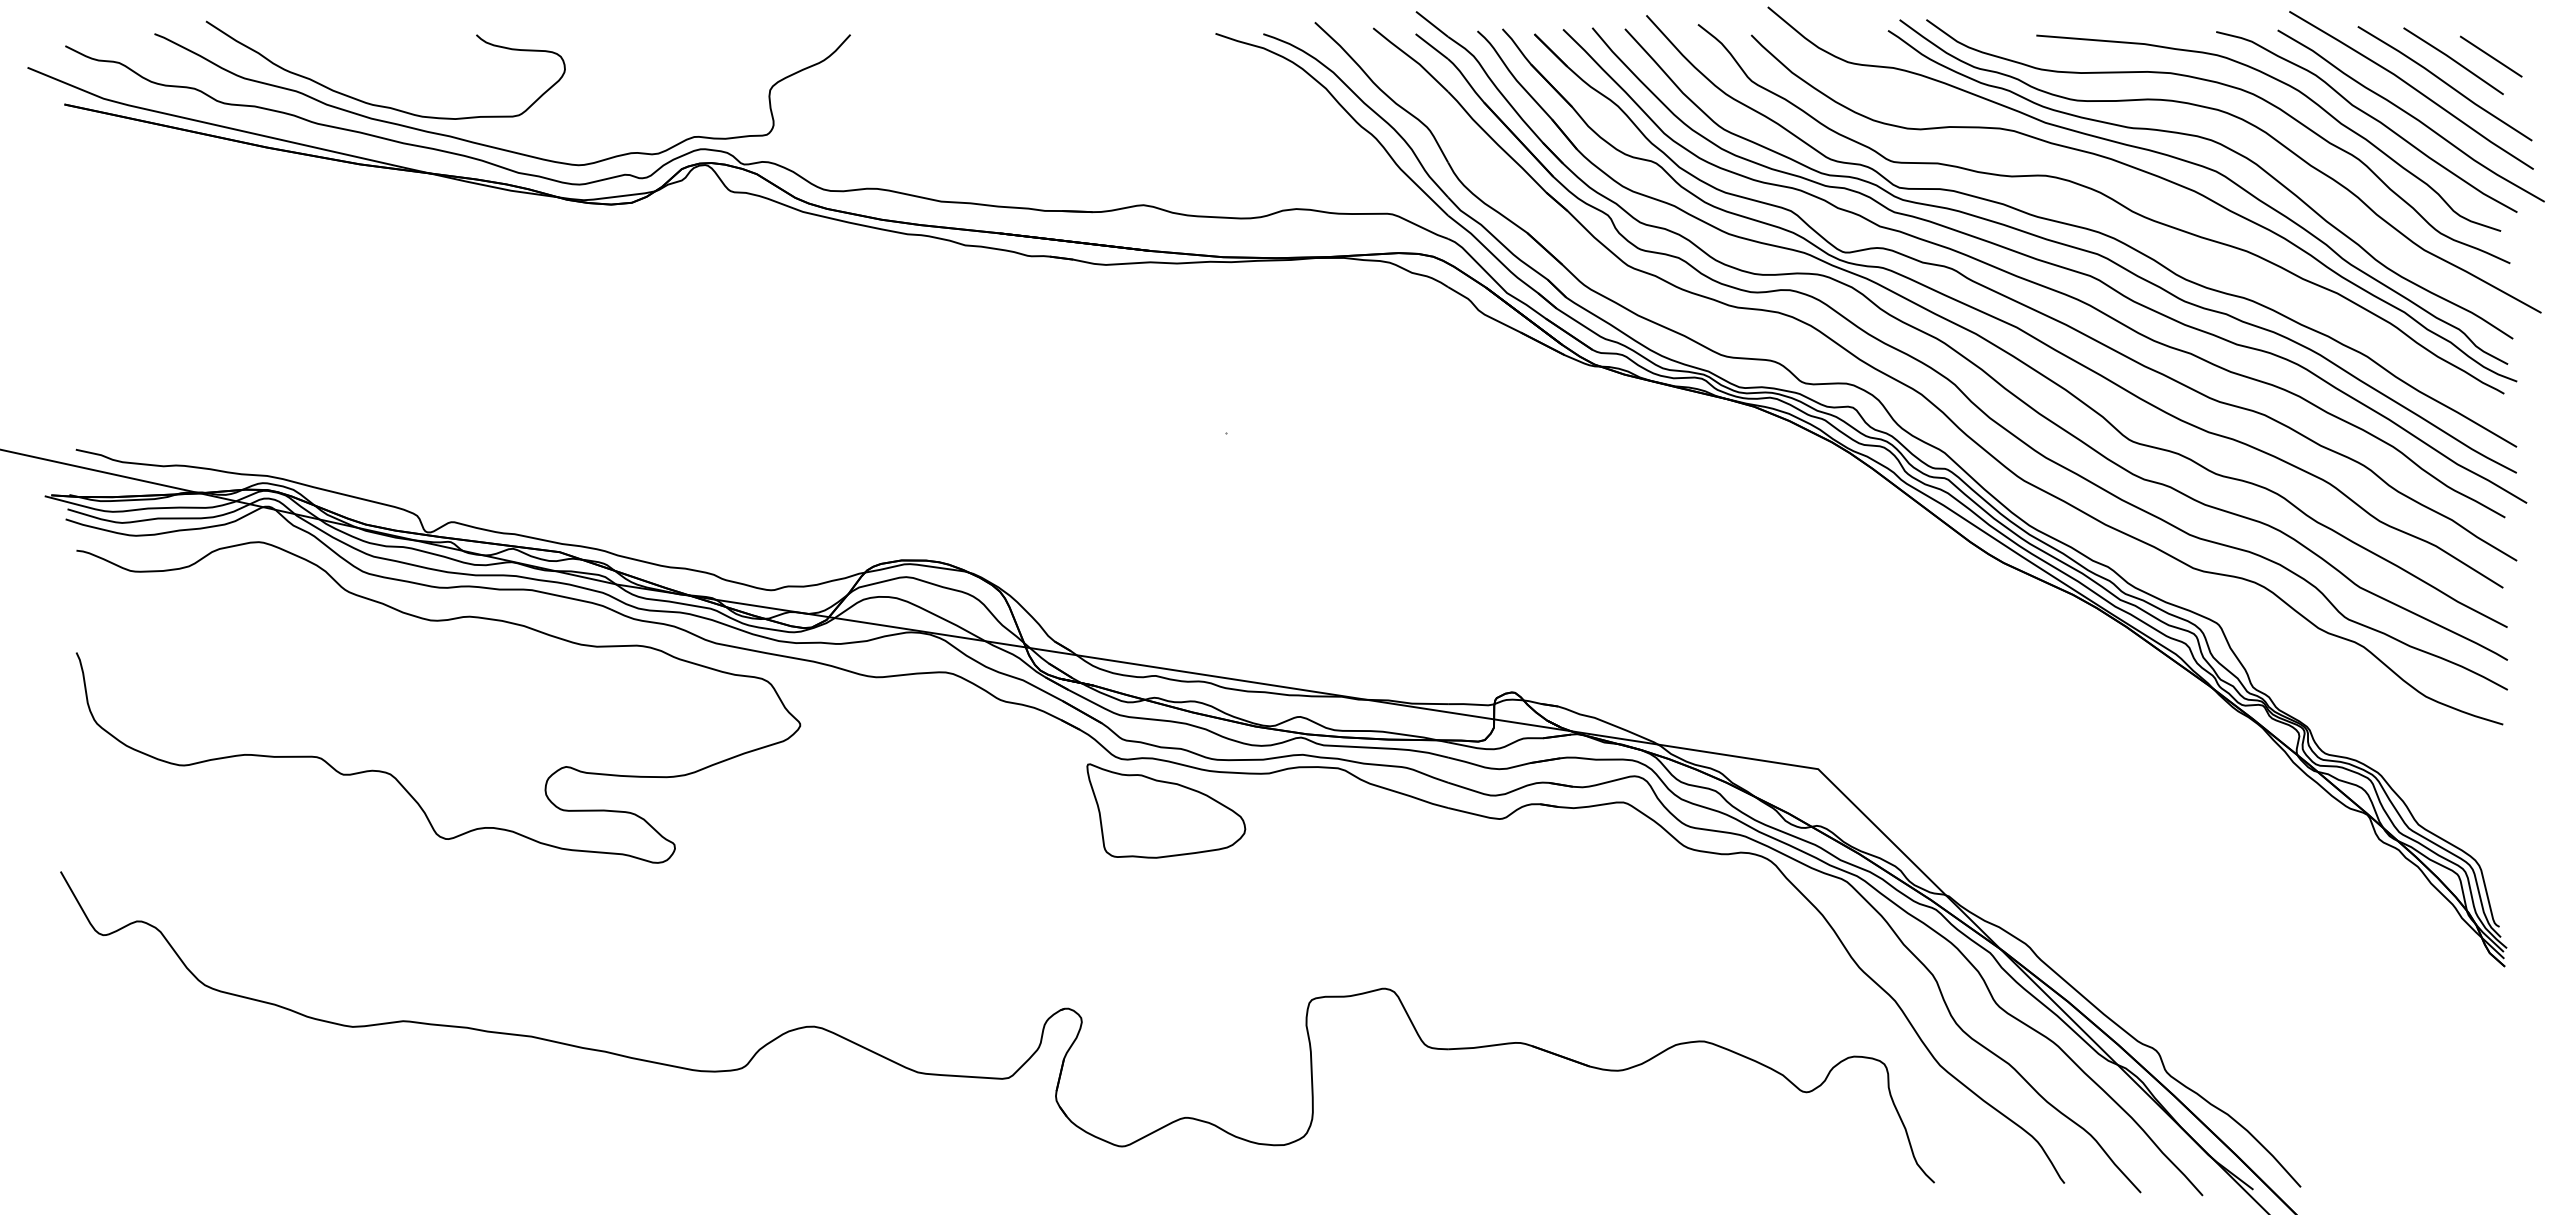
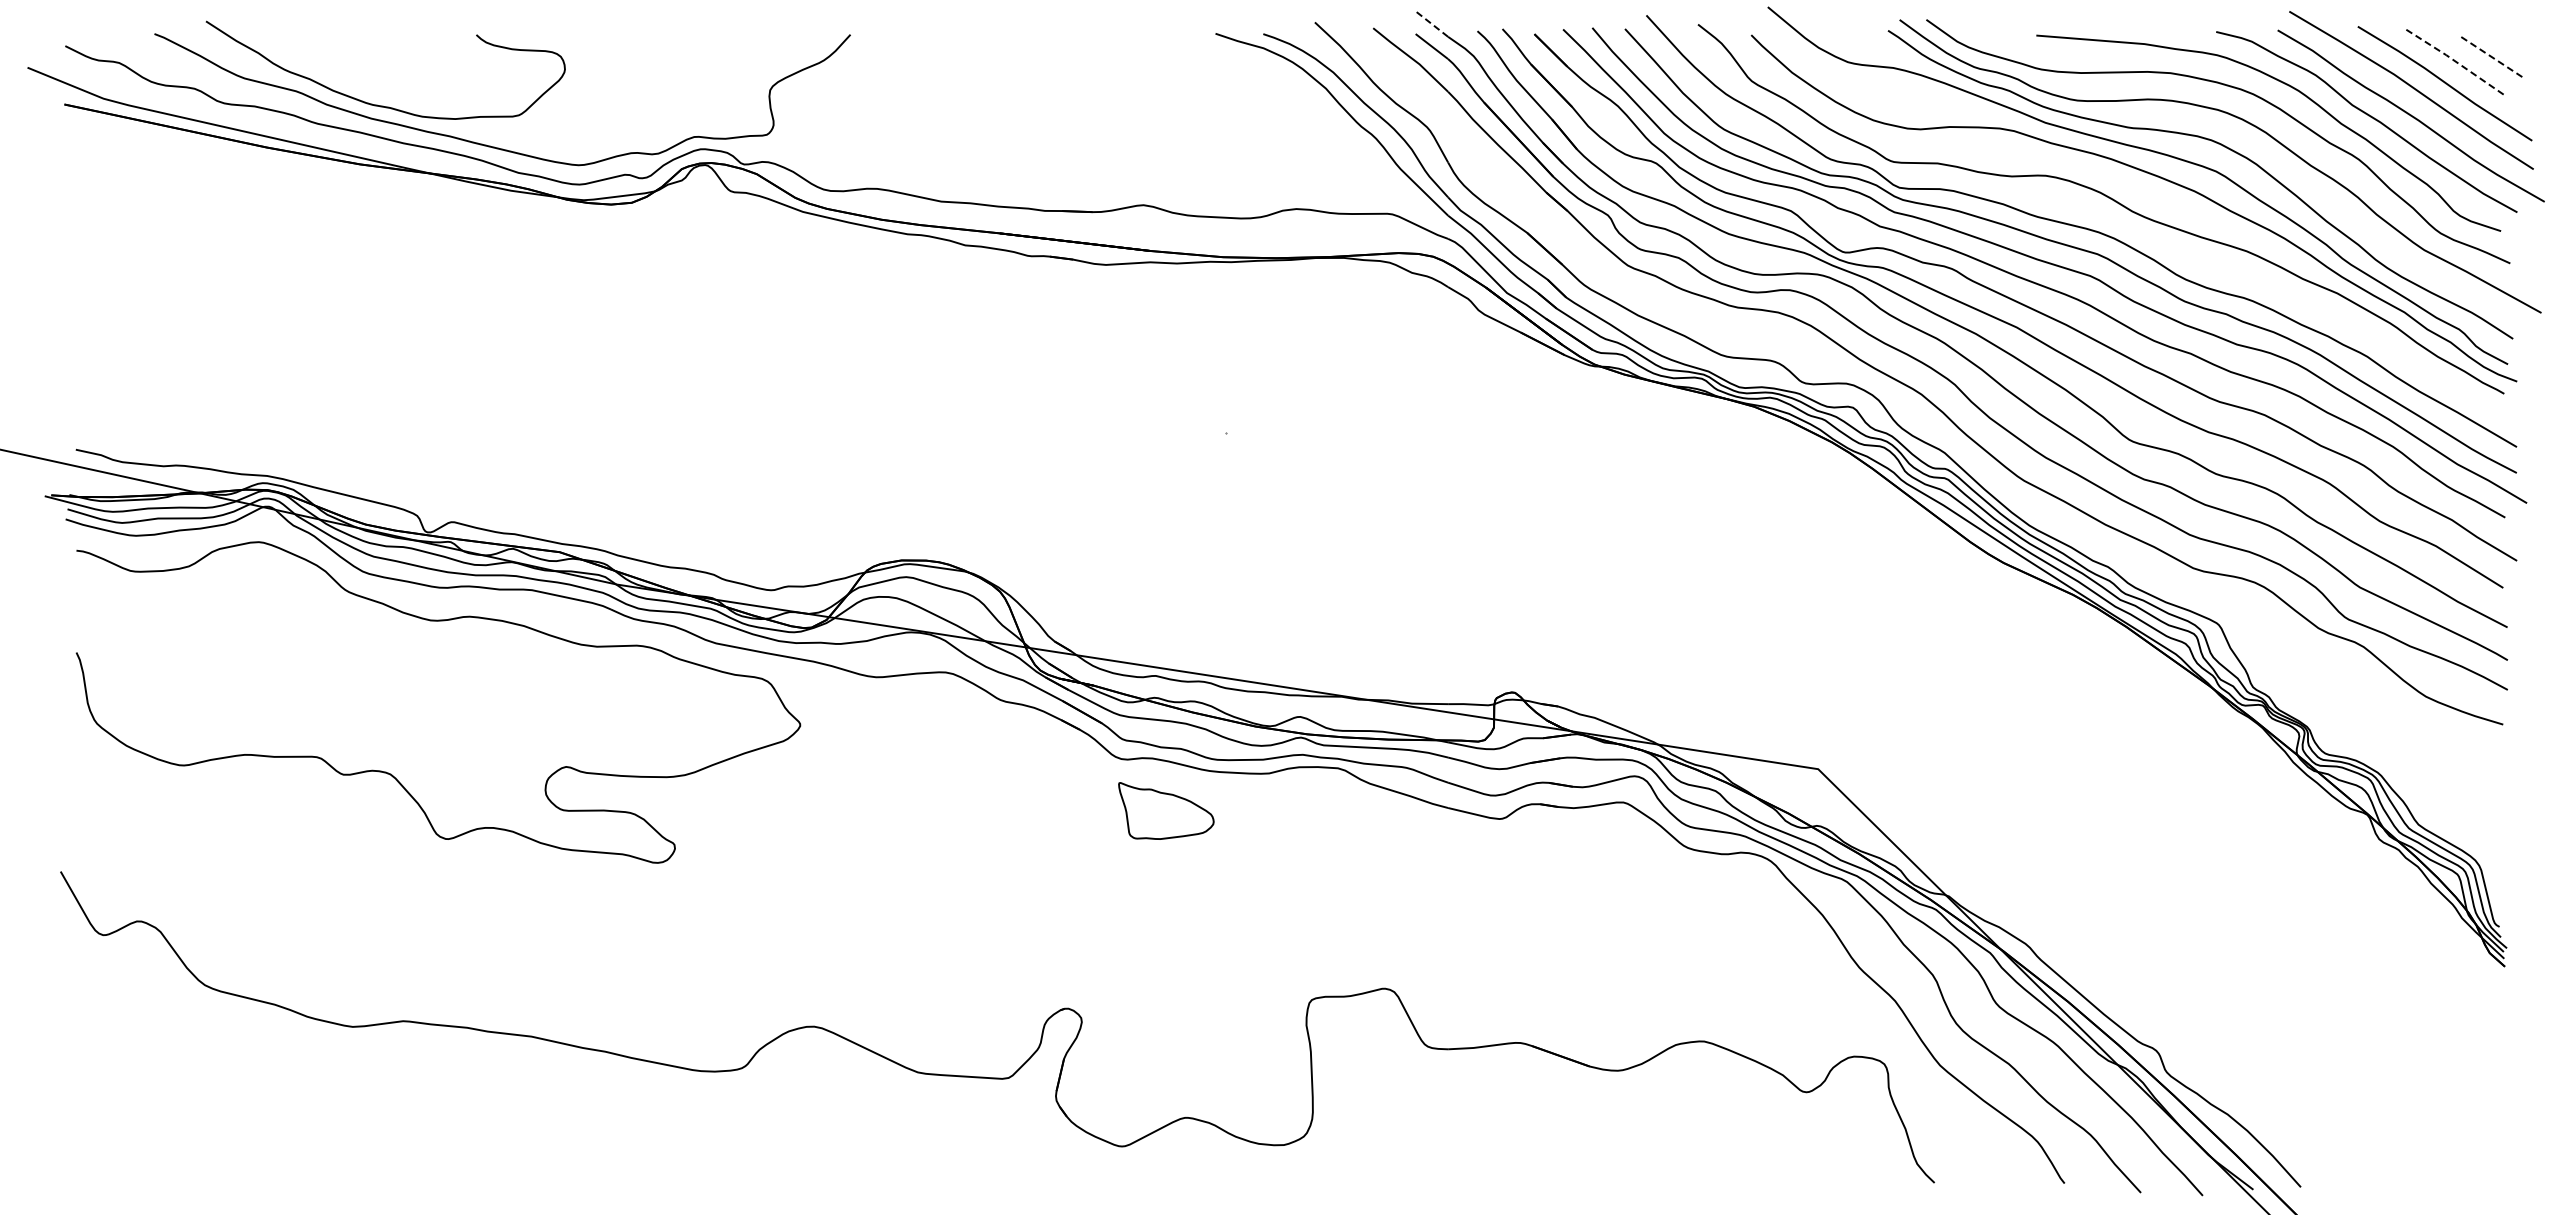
line at (1431, 23): solid -> dashed
line at (2490, 56): solid -> dashed
line at (2453, 60): solid -> dashed
part at (1166, 810) size: 161x96 px -> 97x58 px
